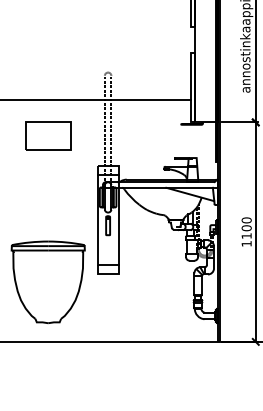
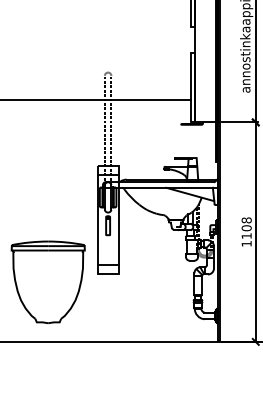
part at (48, 135): present -> none
text at (246, 220): 1100 -> 1108
